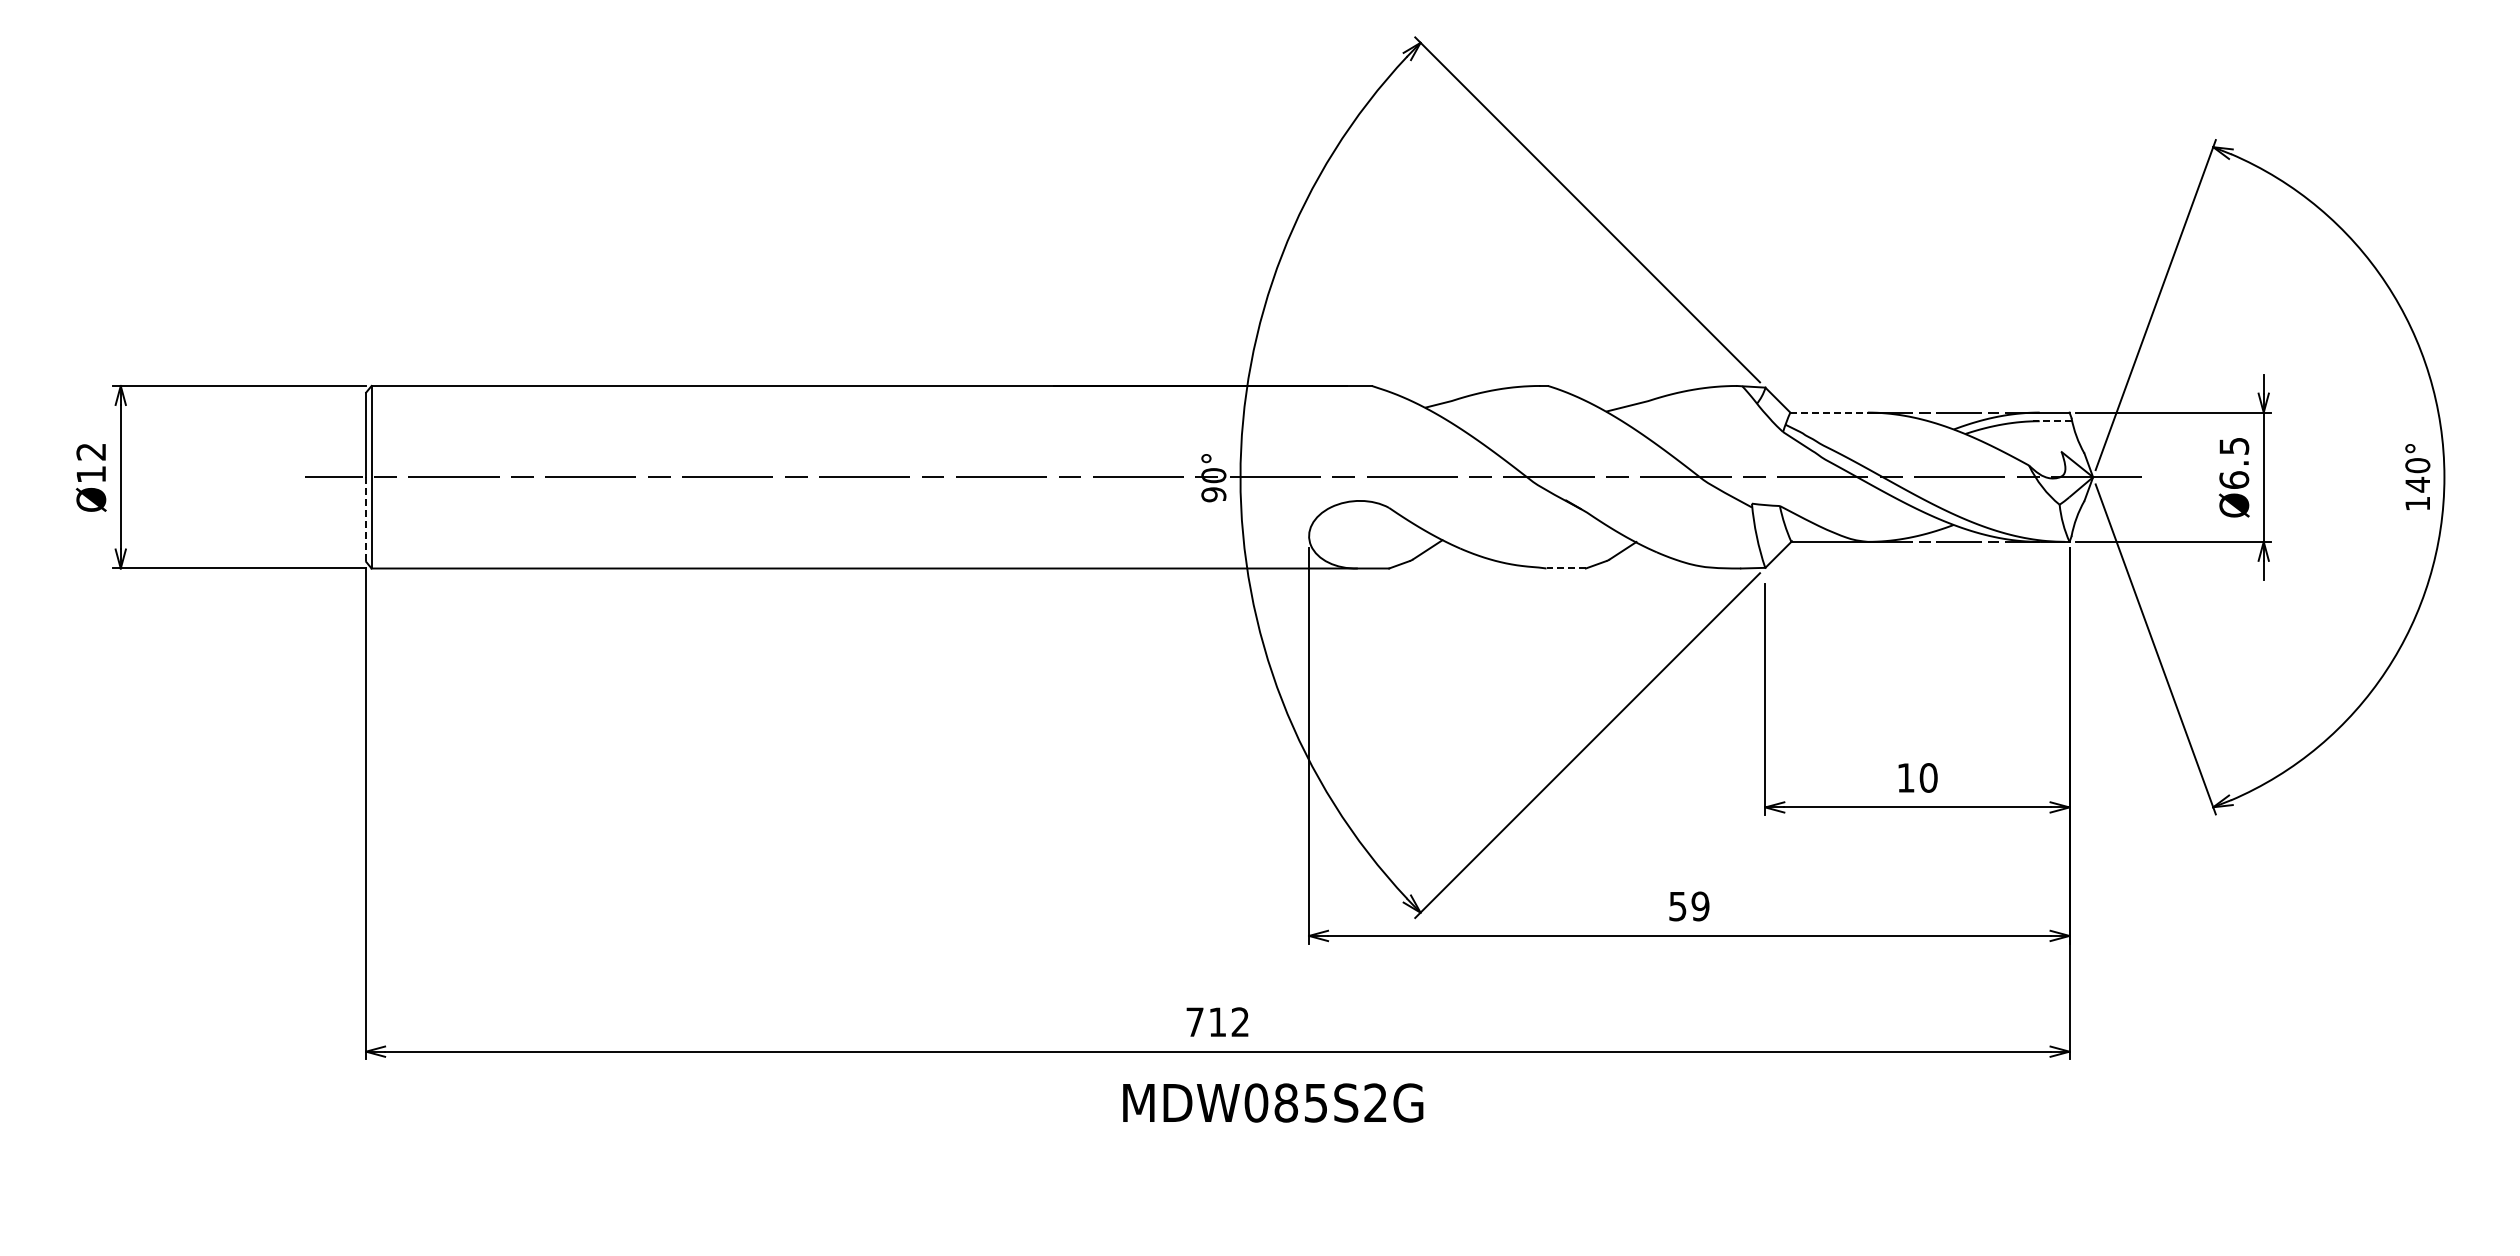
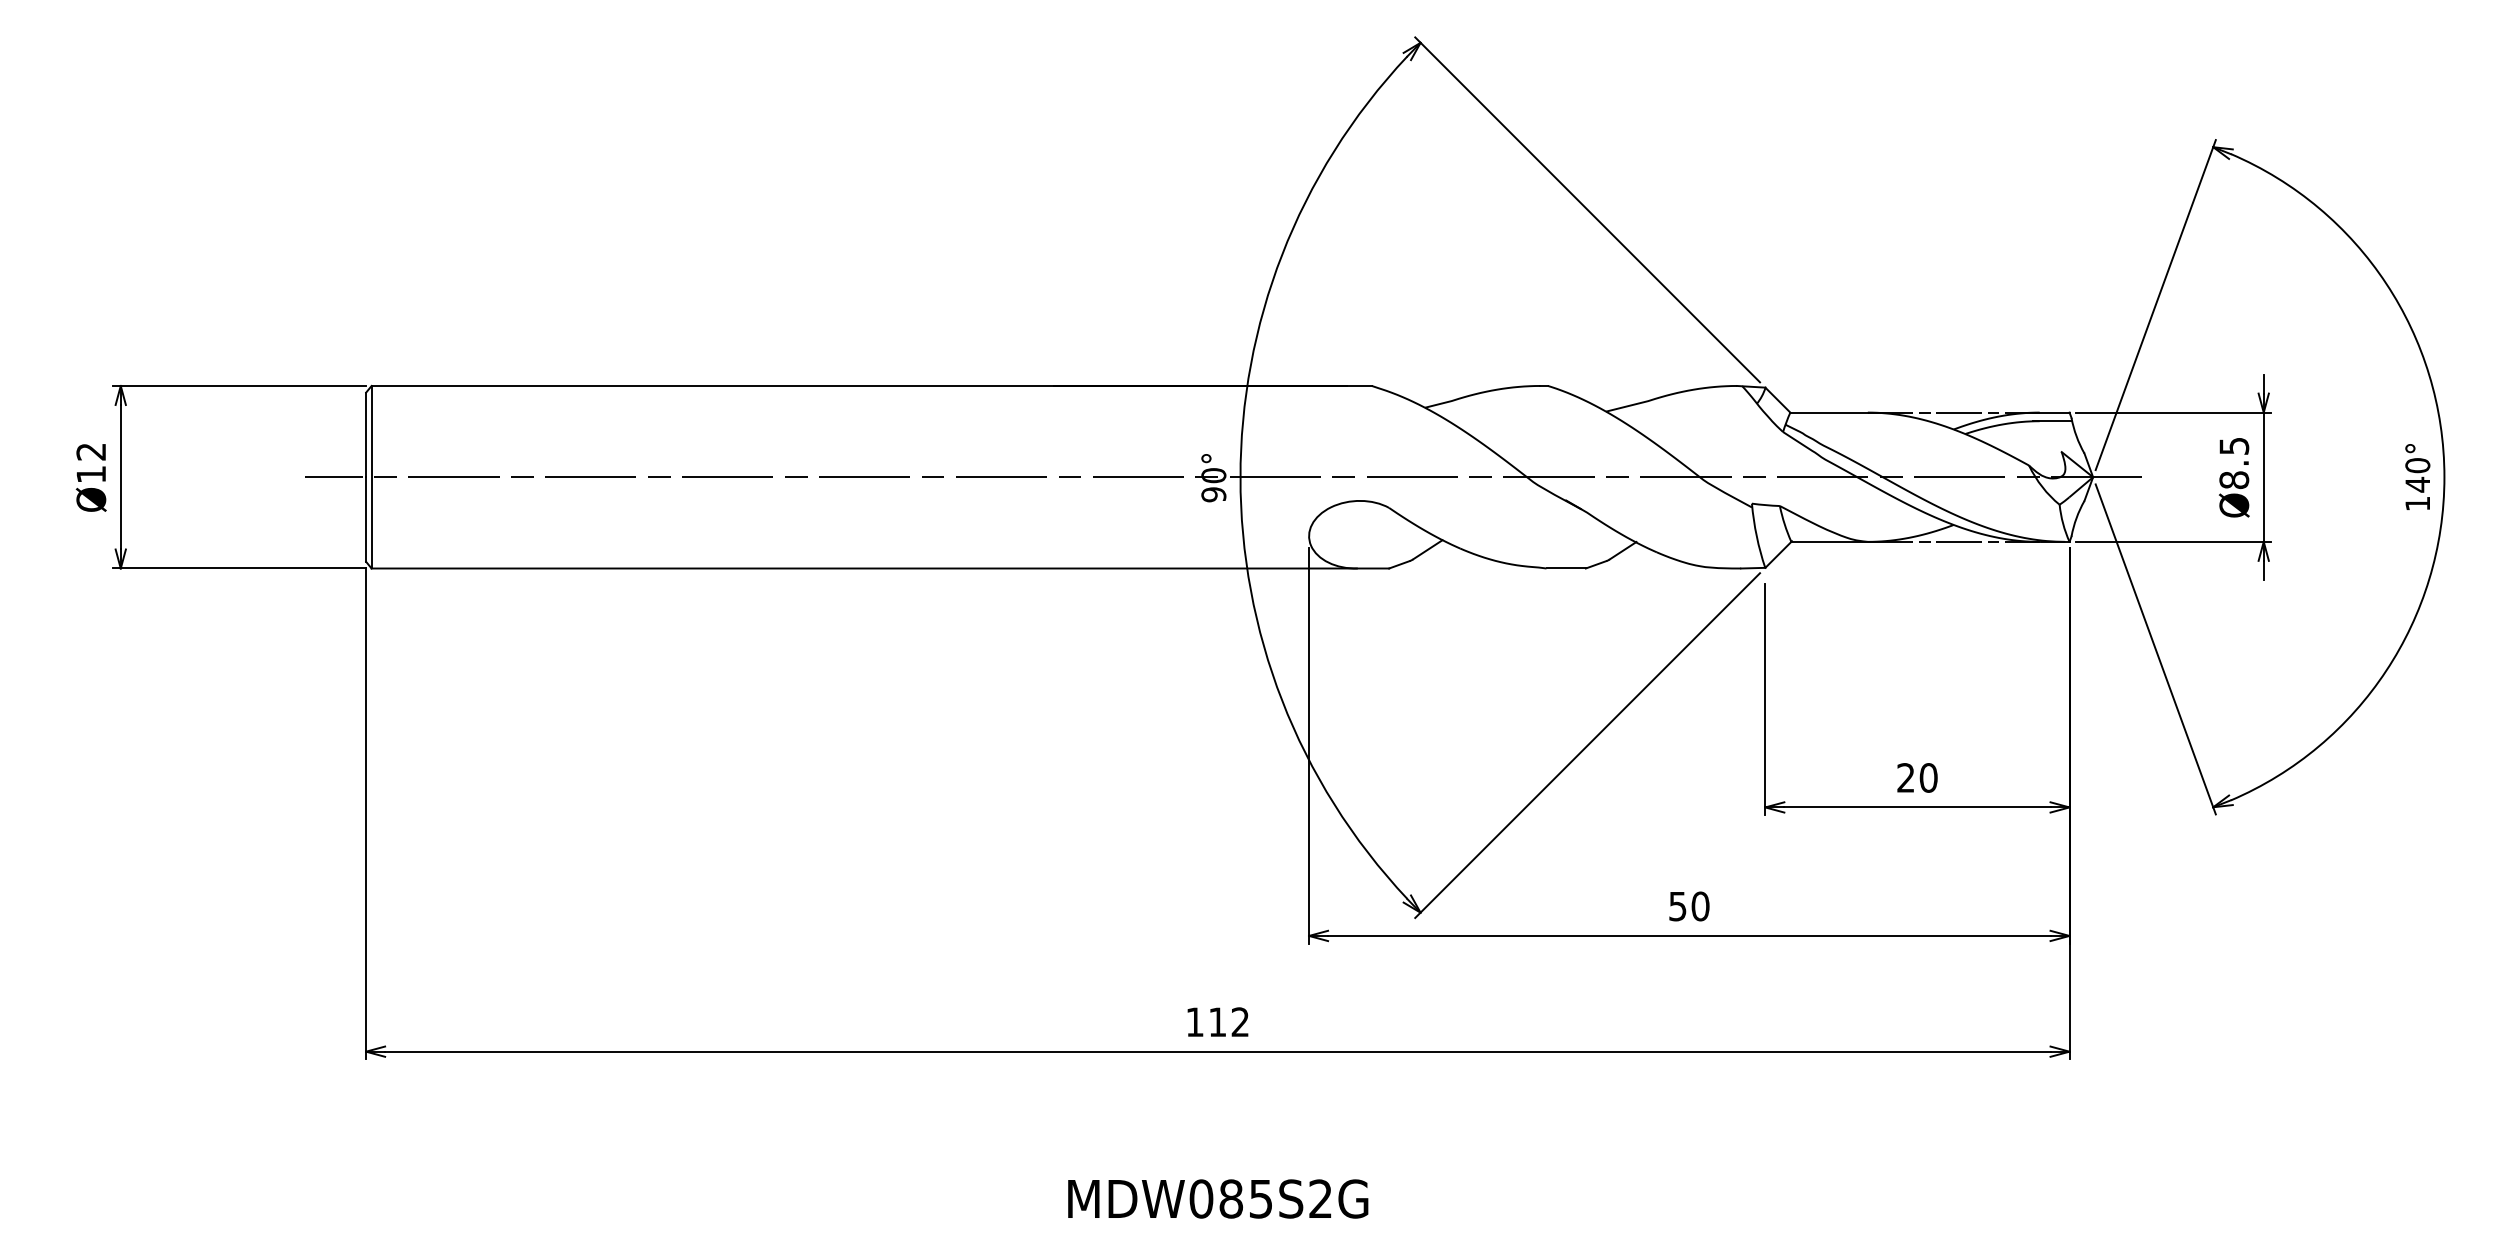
line at (1829, 412): dashed -> solid
line at (2051, 421): dashed -> solid
text at (2234, 480): Ø6.5 -> Ø8.5
line at (366, 520): dashed -> solid
line at (1566, 568): dashed -> solid
text at (1905, 777): 10 -> 20
text at (1700, 906): 59 -> 50
text at (1194, 1021): 712 -> 112
text at (1273, 1102) position: (1273, 1102) -> (1218, 1198)
